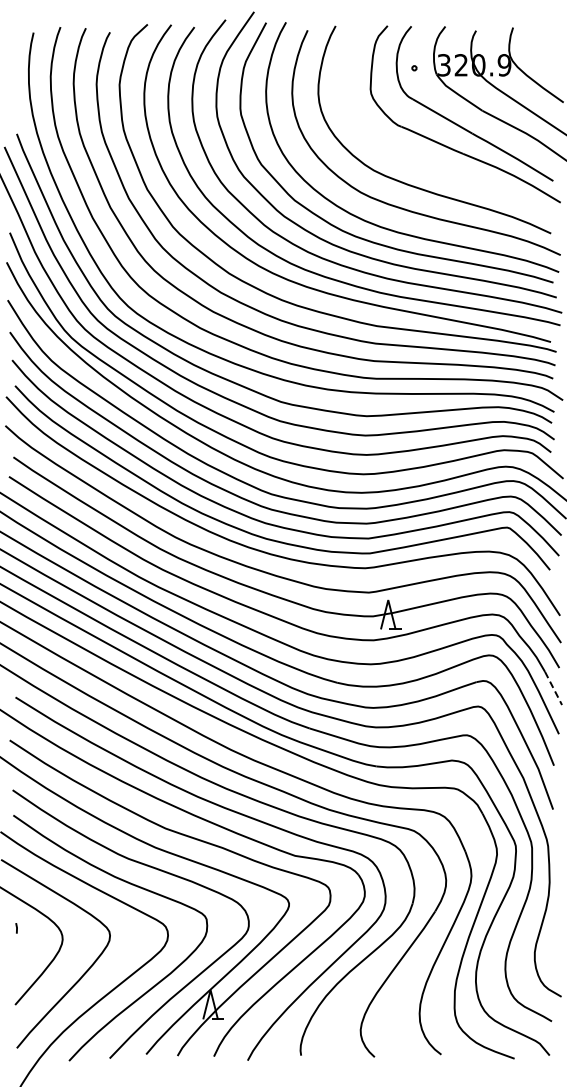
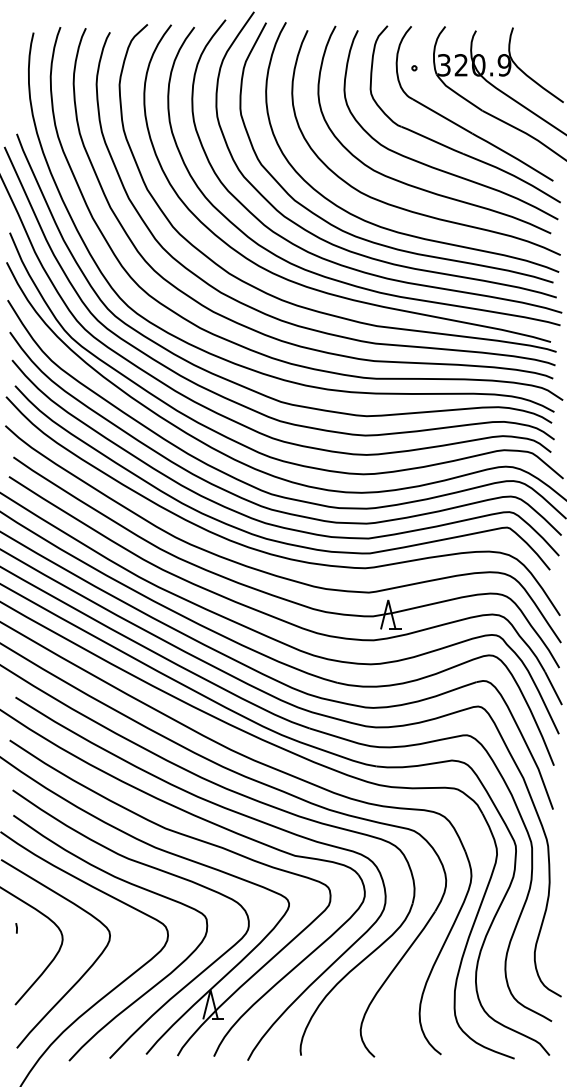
curve at (433, 166): none -> present
line at (553, 688): dashed -> solid
